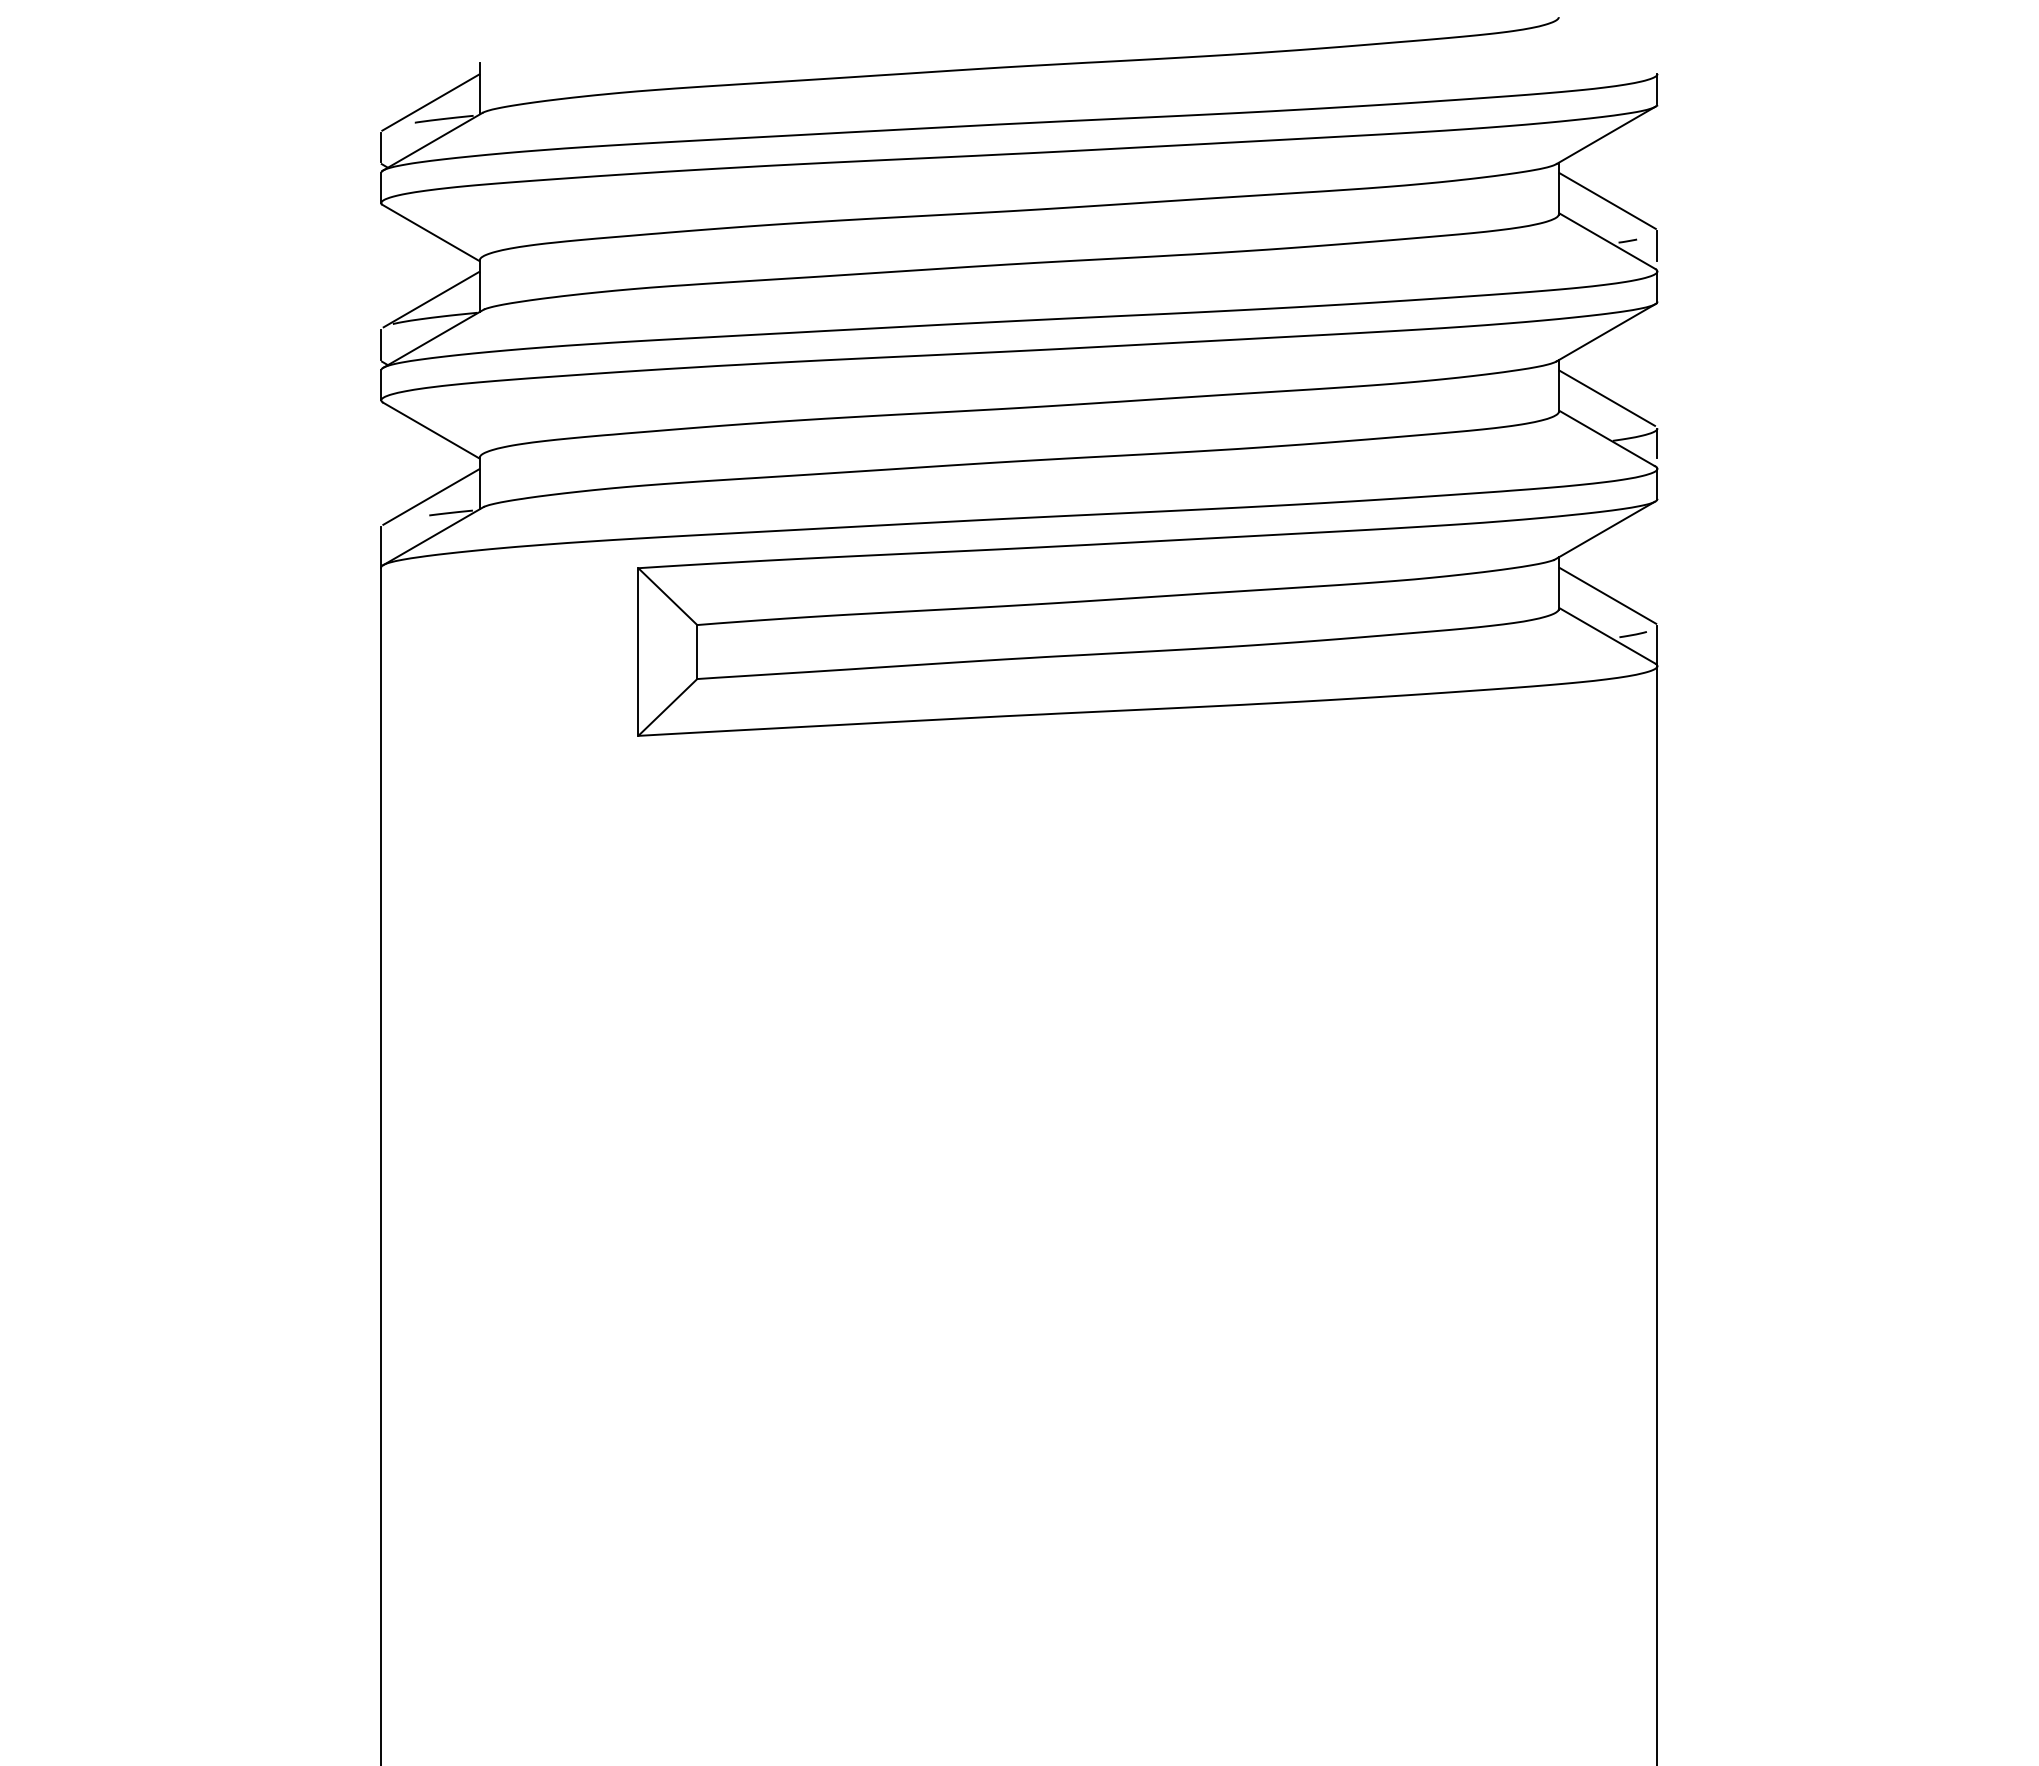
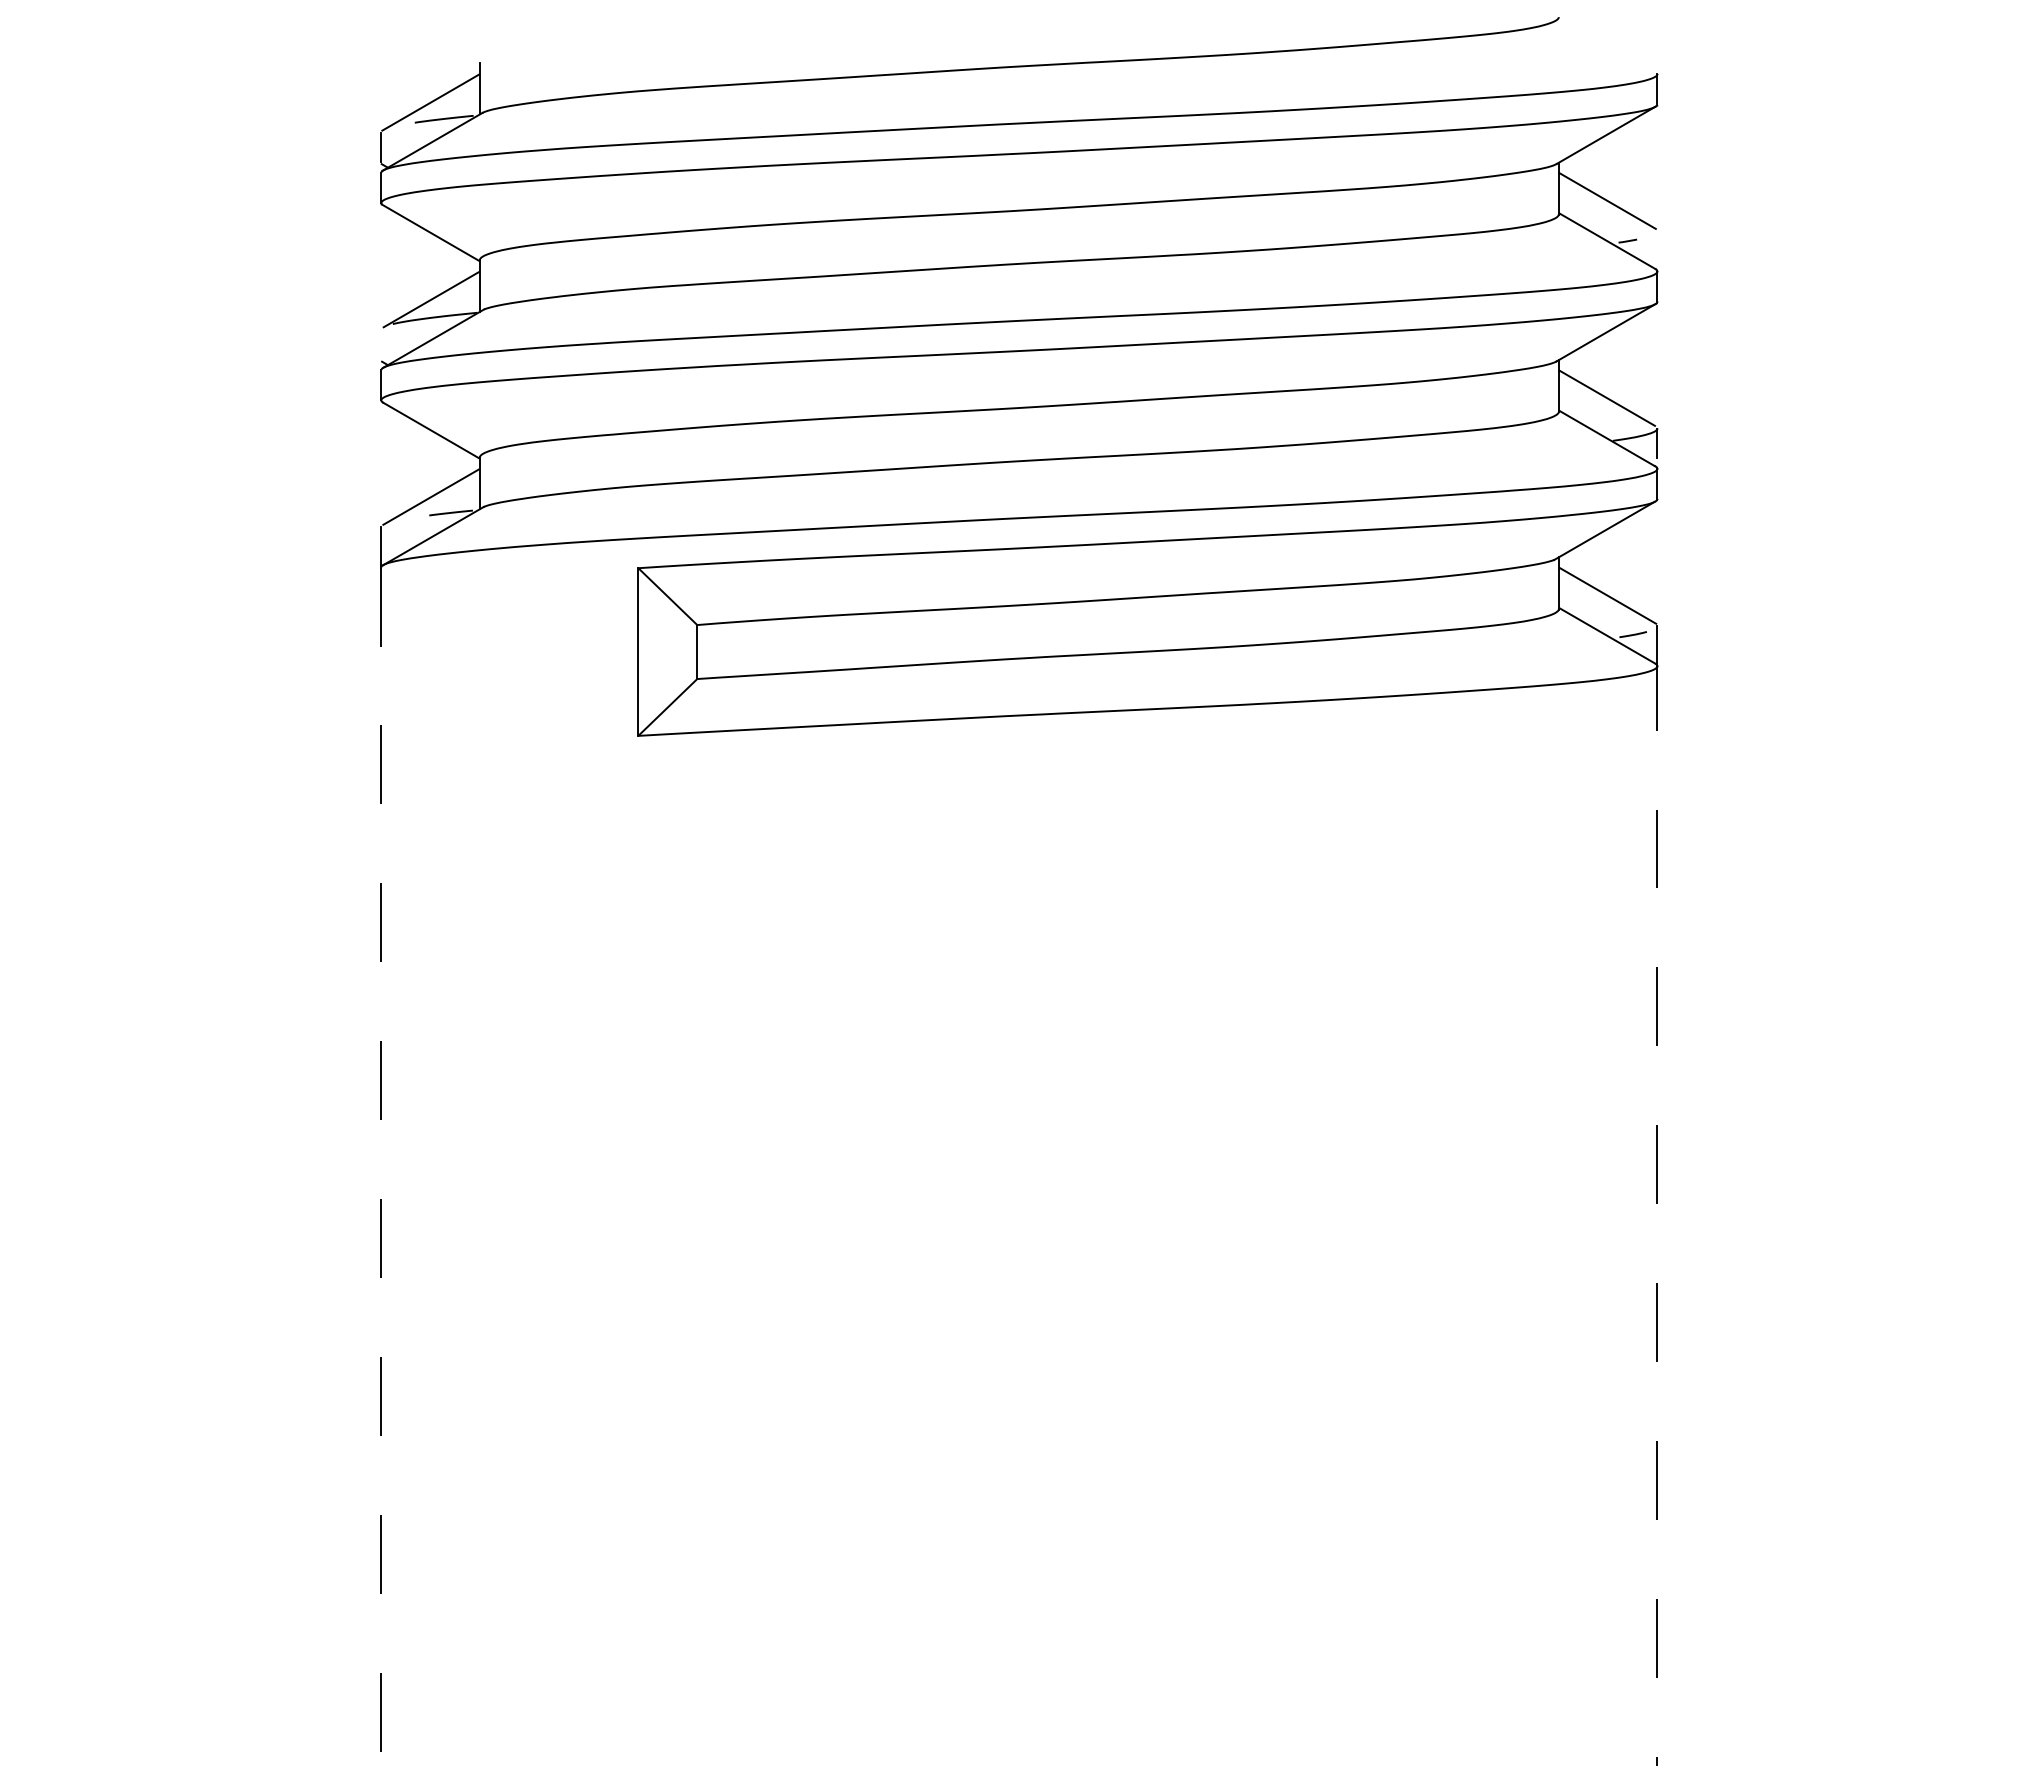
line at (1657, 246): present -> none
line at (381, 344): present -> none
line at (381, 1166): solid -> dashed
line at (1657, 1215): solid -> dashed
